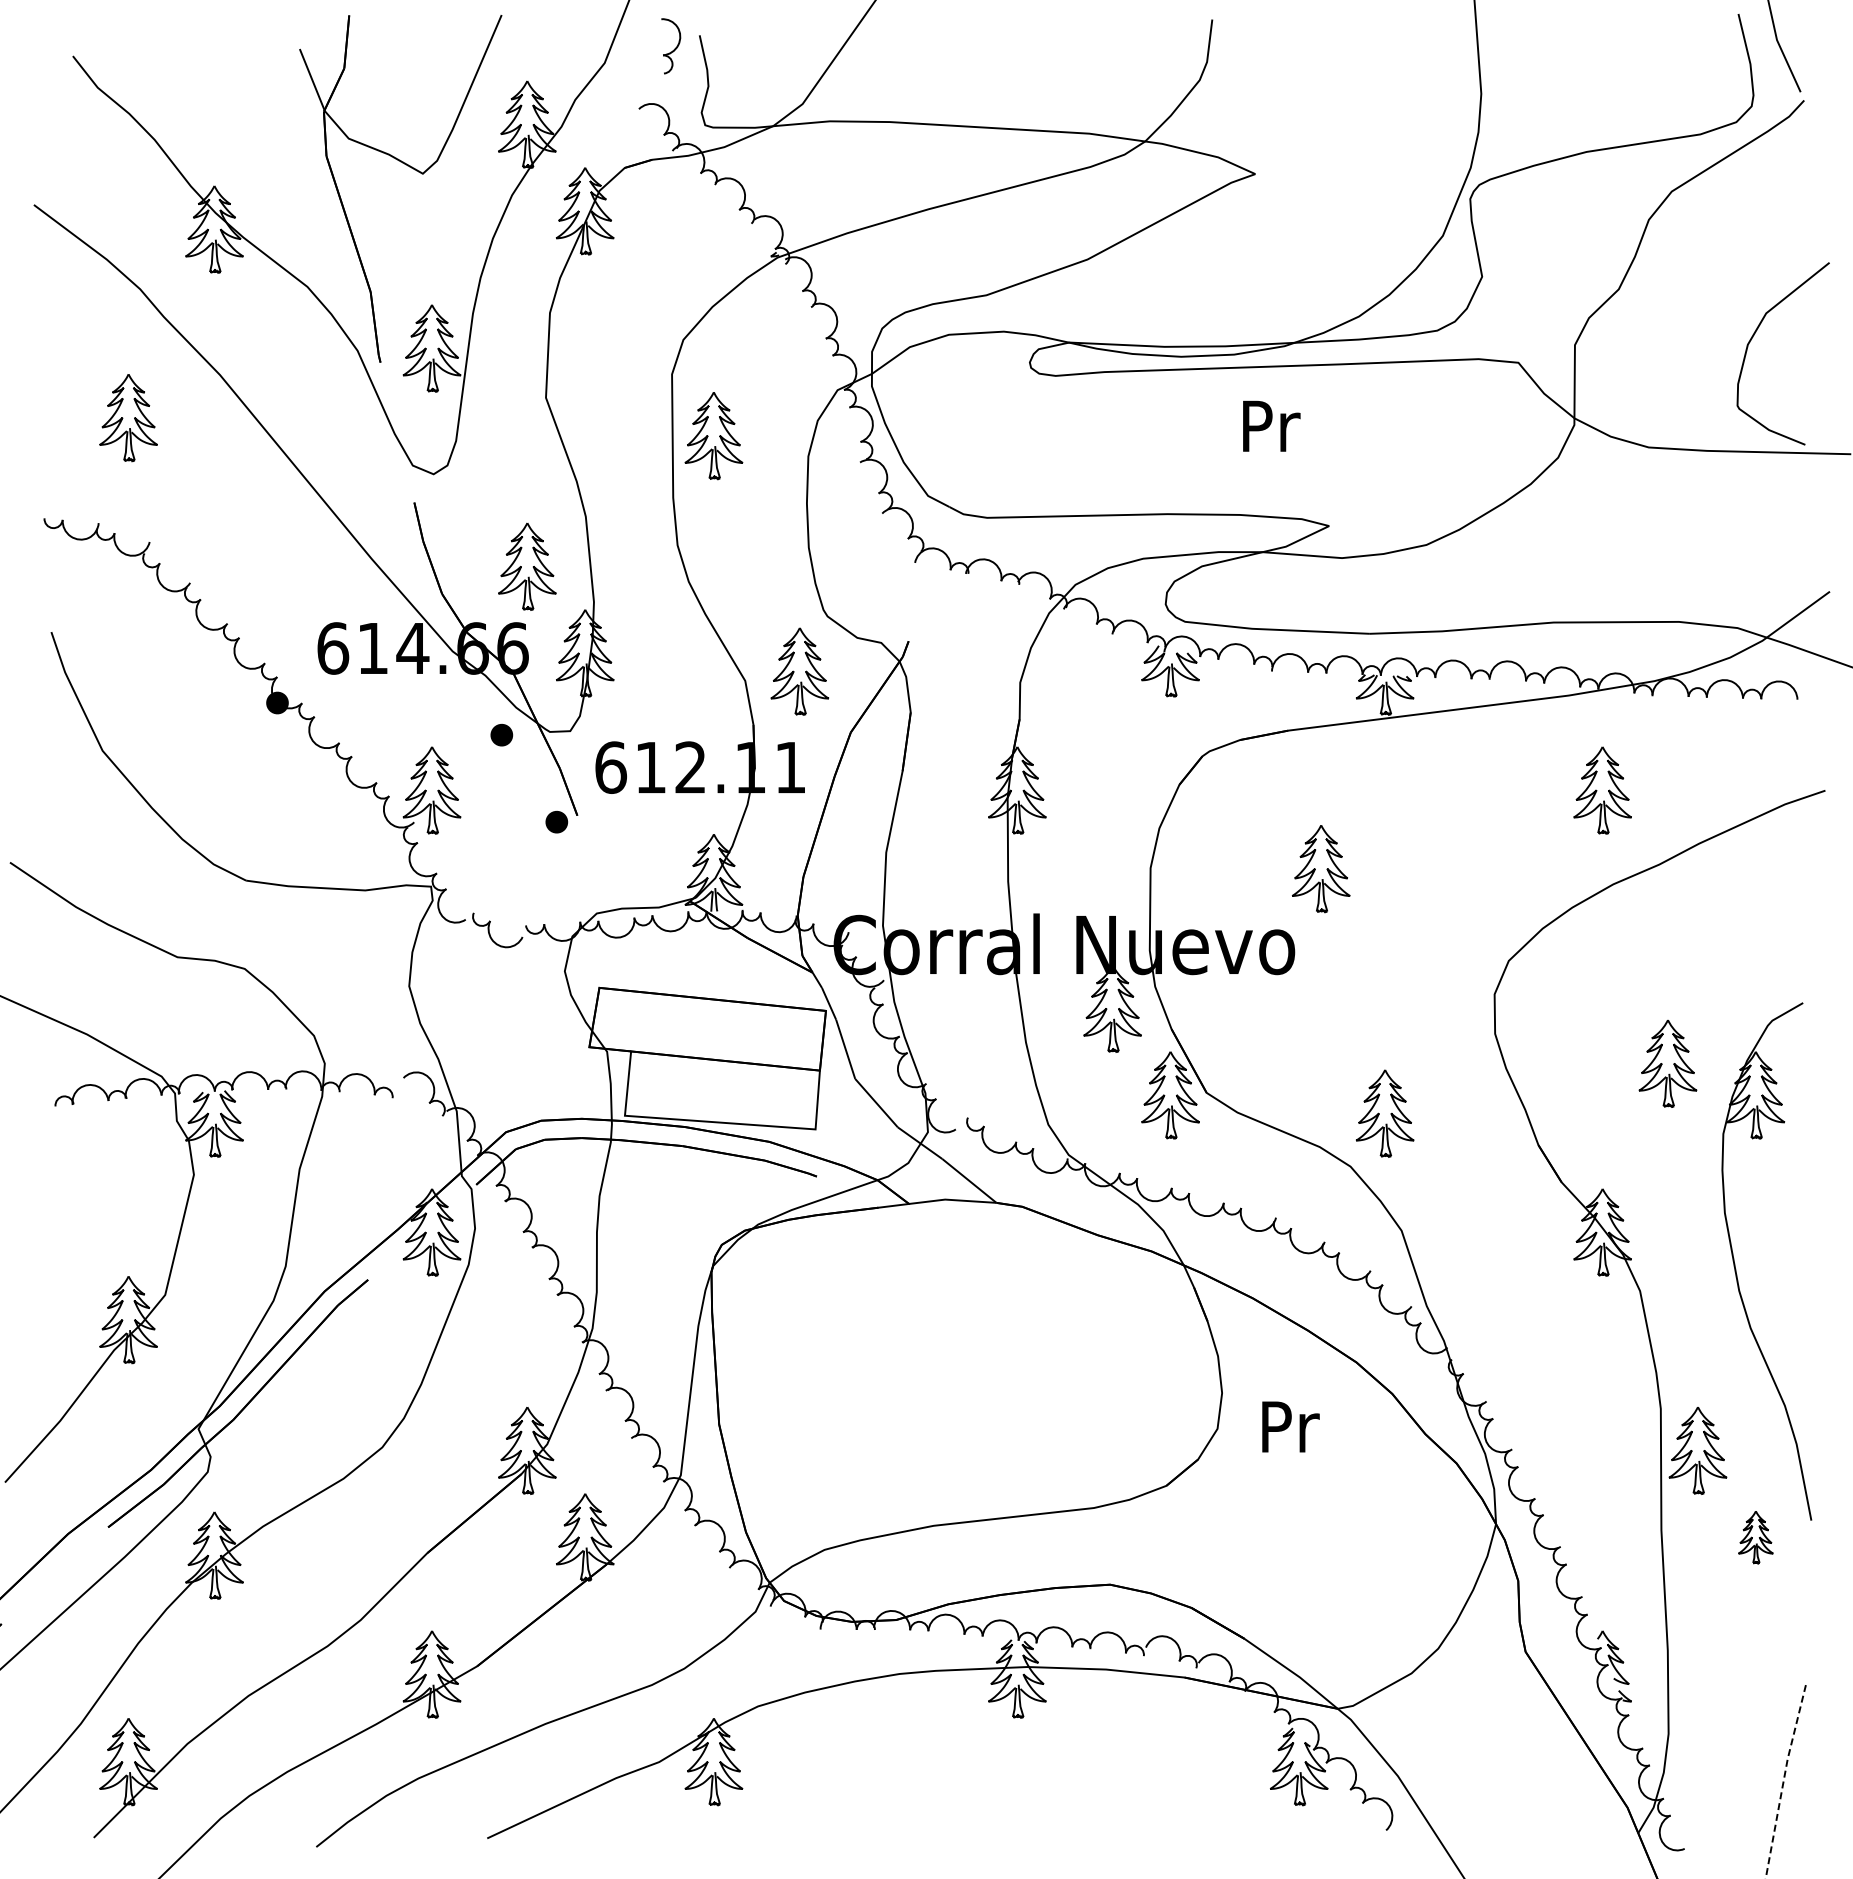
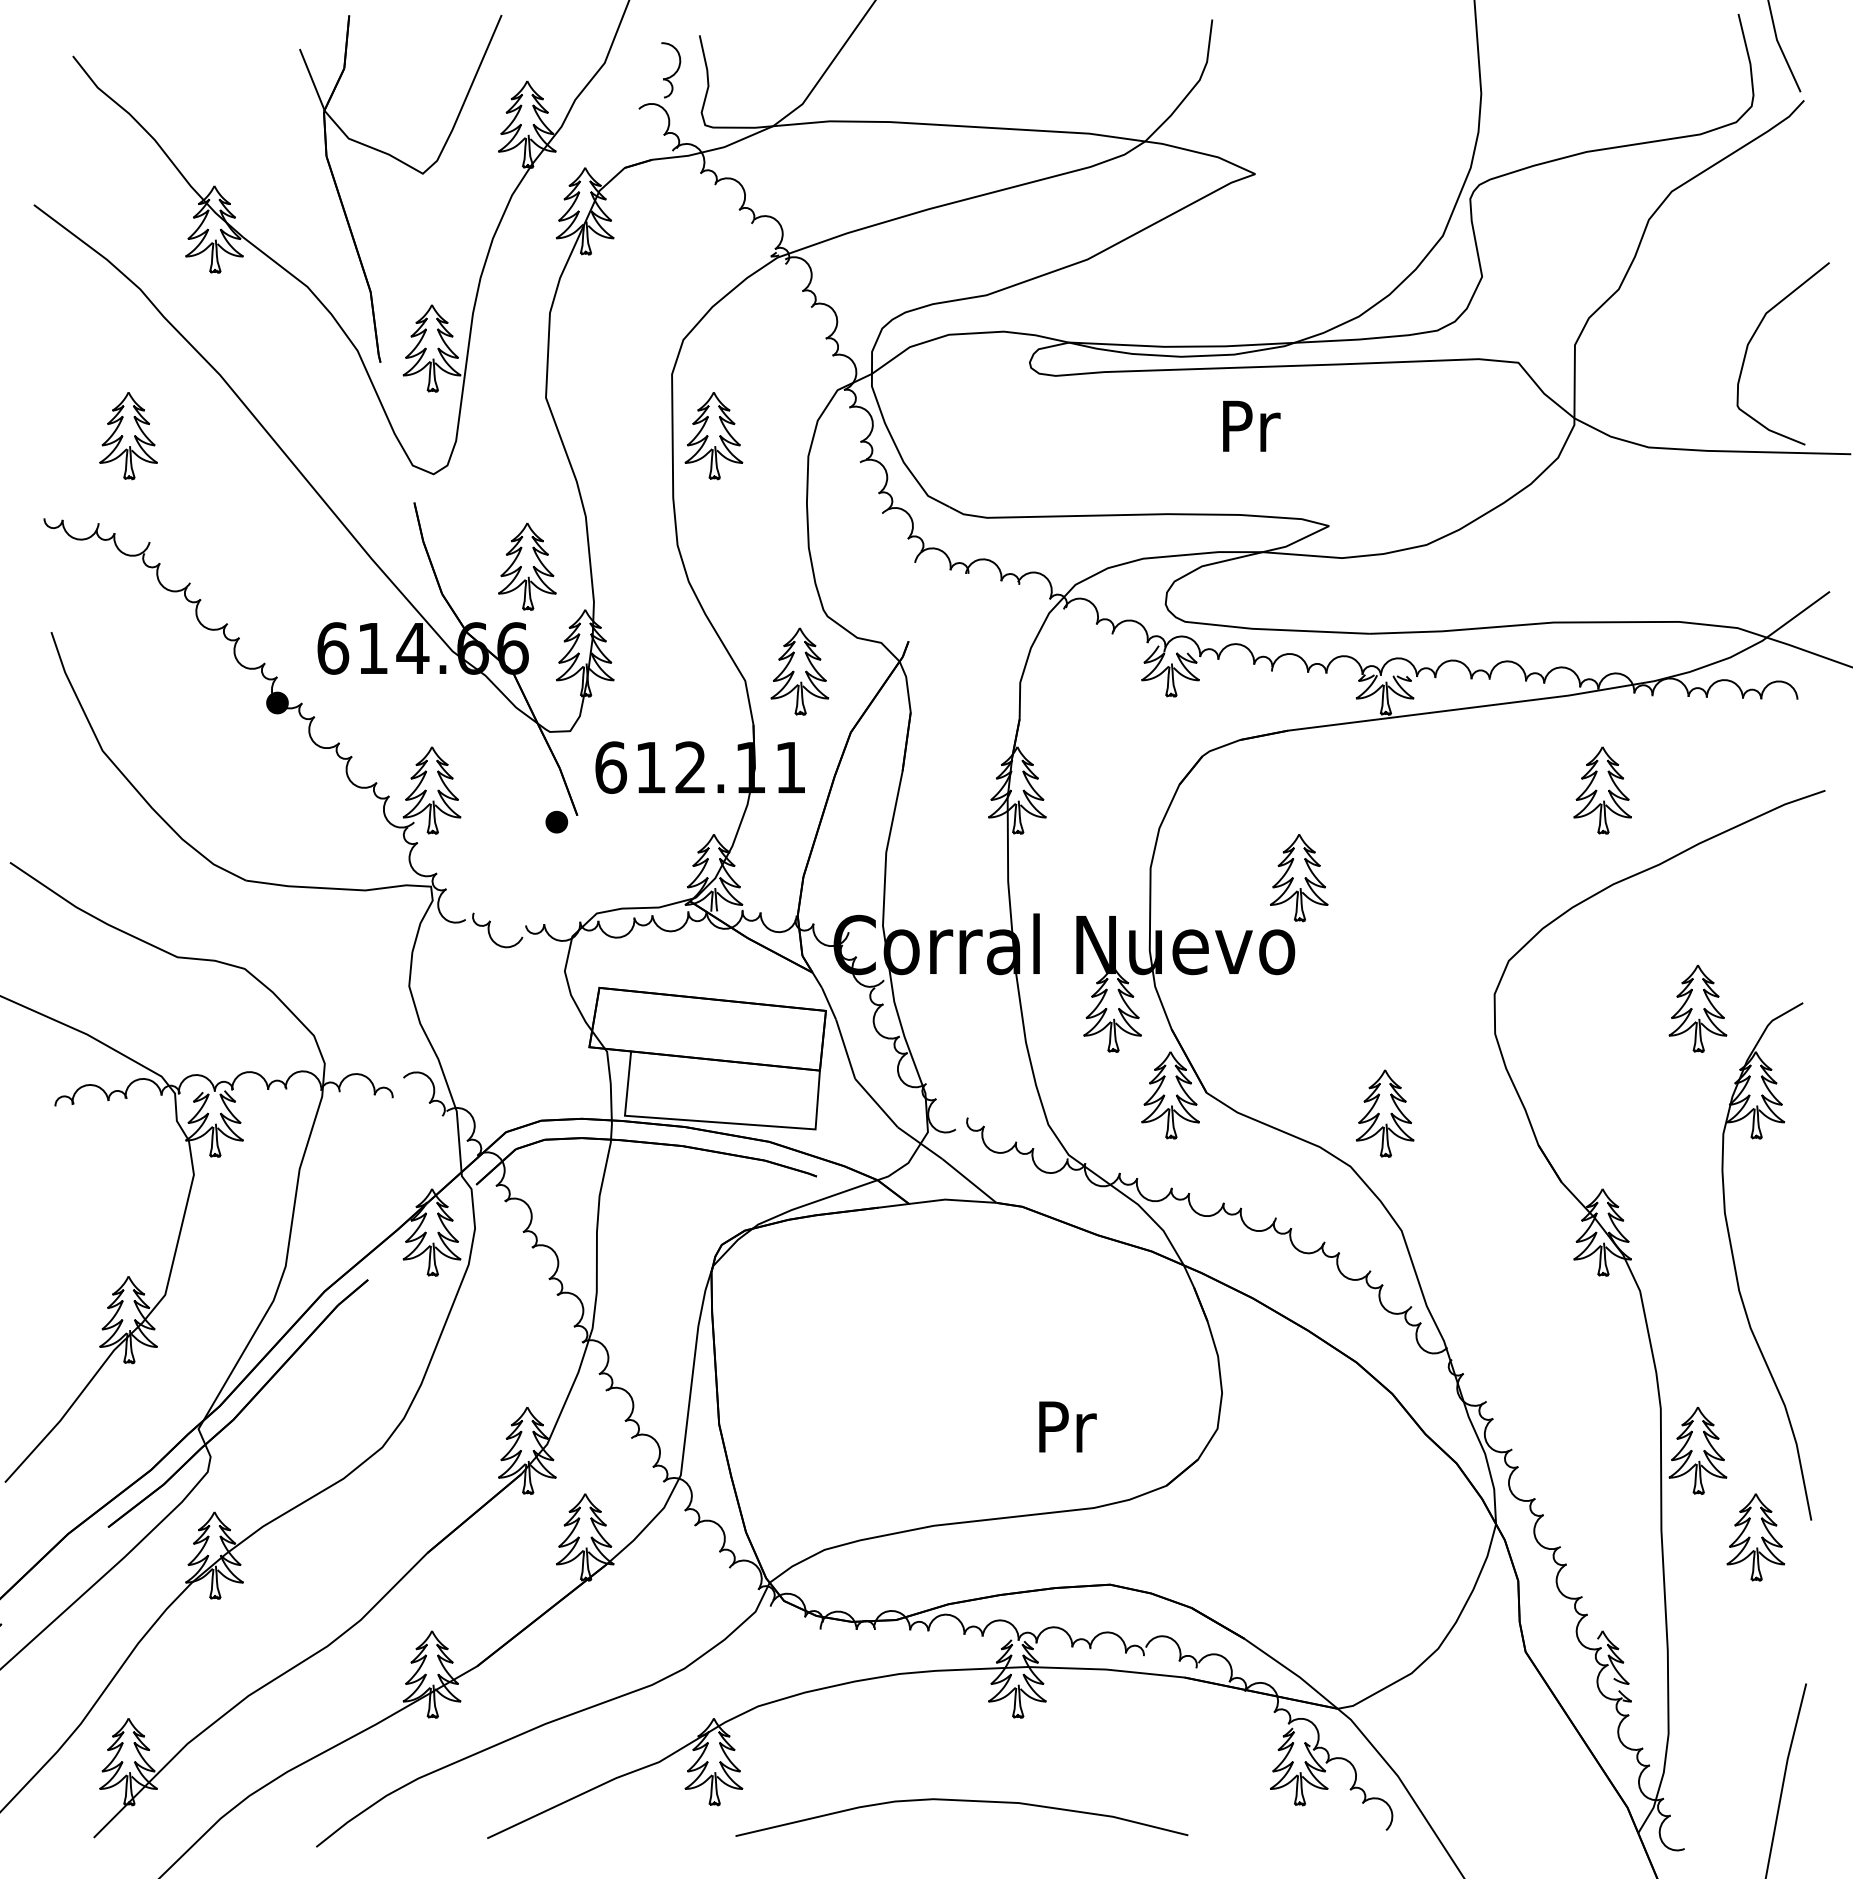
part at (671, 46) position: (671, 46) -> (671, 70)
part at (128, 418) position: (128, 418) -> (128, 436)
text at (1271, 425) position: (1271, 425) -> (1251, 425)
part at (501, 734): present -> none
part at (1321, 869) position: (1321, 869) -> (1299, 878)
part at (1667, 1063) position: (1667, 1063) -> (1697, 1008)
text at (1290, 1426) position: (1290, 1426) -> (1067, 1426)
part at (1755, 1537) size: 36x54 px -> 60x89 px
line at (1783, 1779): dashed -> solid
curve at (961, 1801): none -> present
